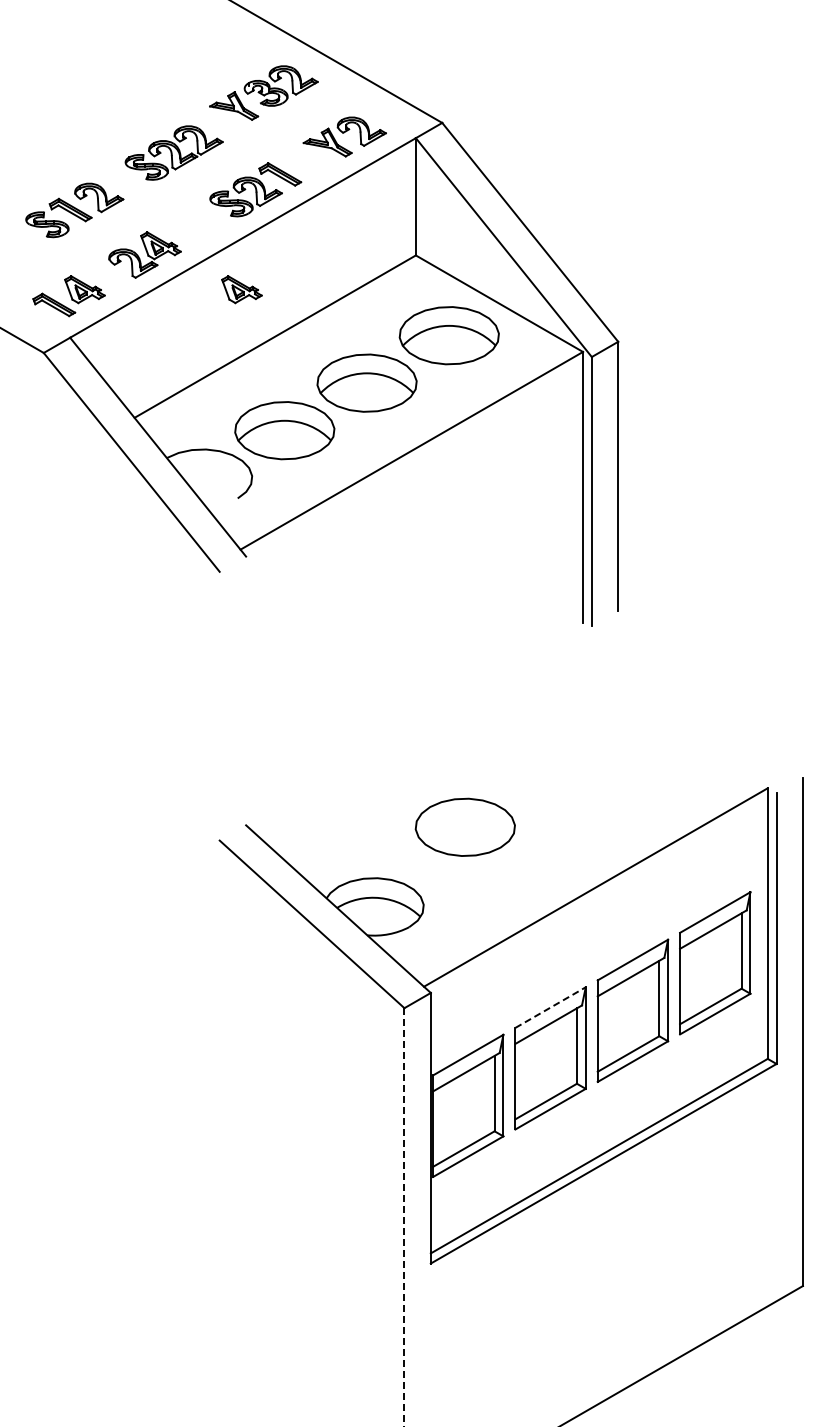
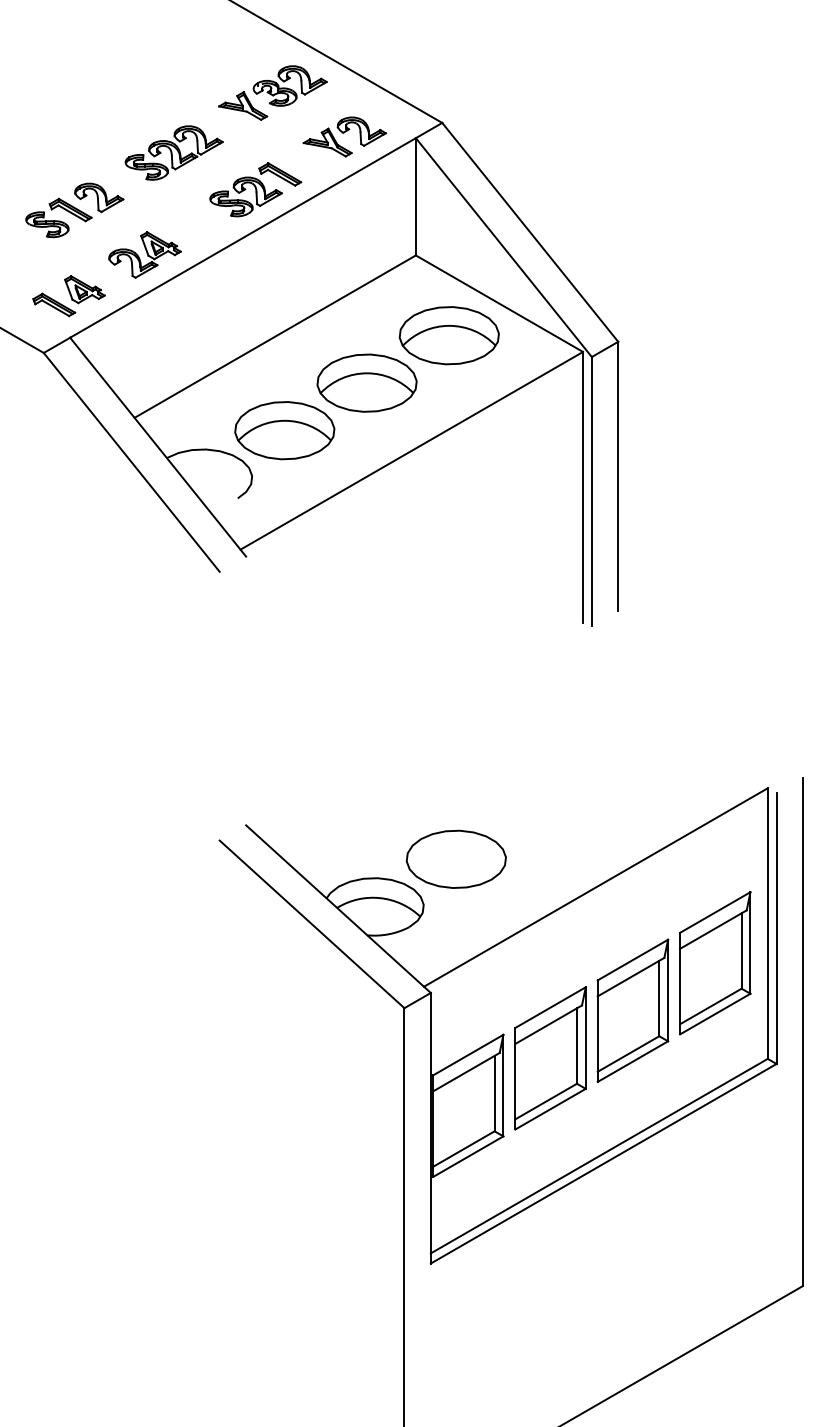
part at (263, 92) position: (263, 92) -> (272, 92)
part at (241, 289): present -> none
part at (464, 826) position: (464, 826) -> (455, 858)
line at (550, 1007): dashed -> solid
line at (404, 1217): dashed -> solid
